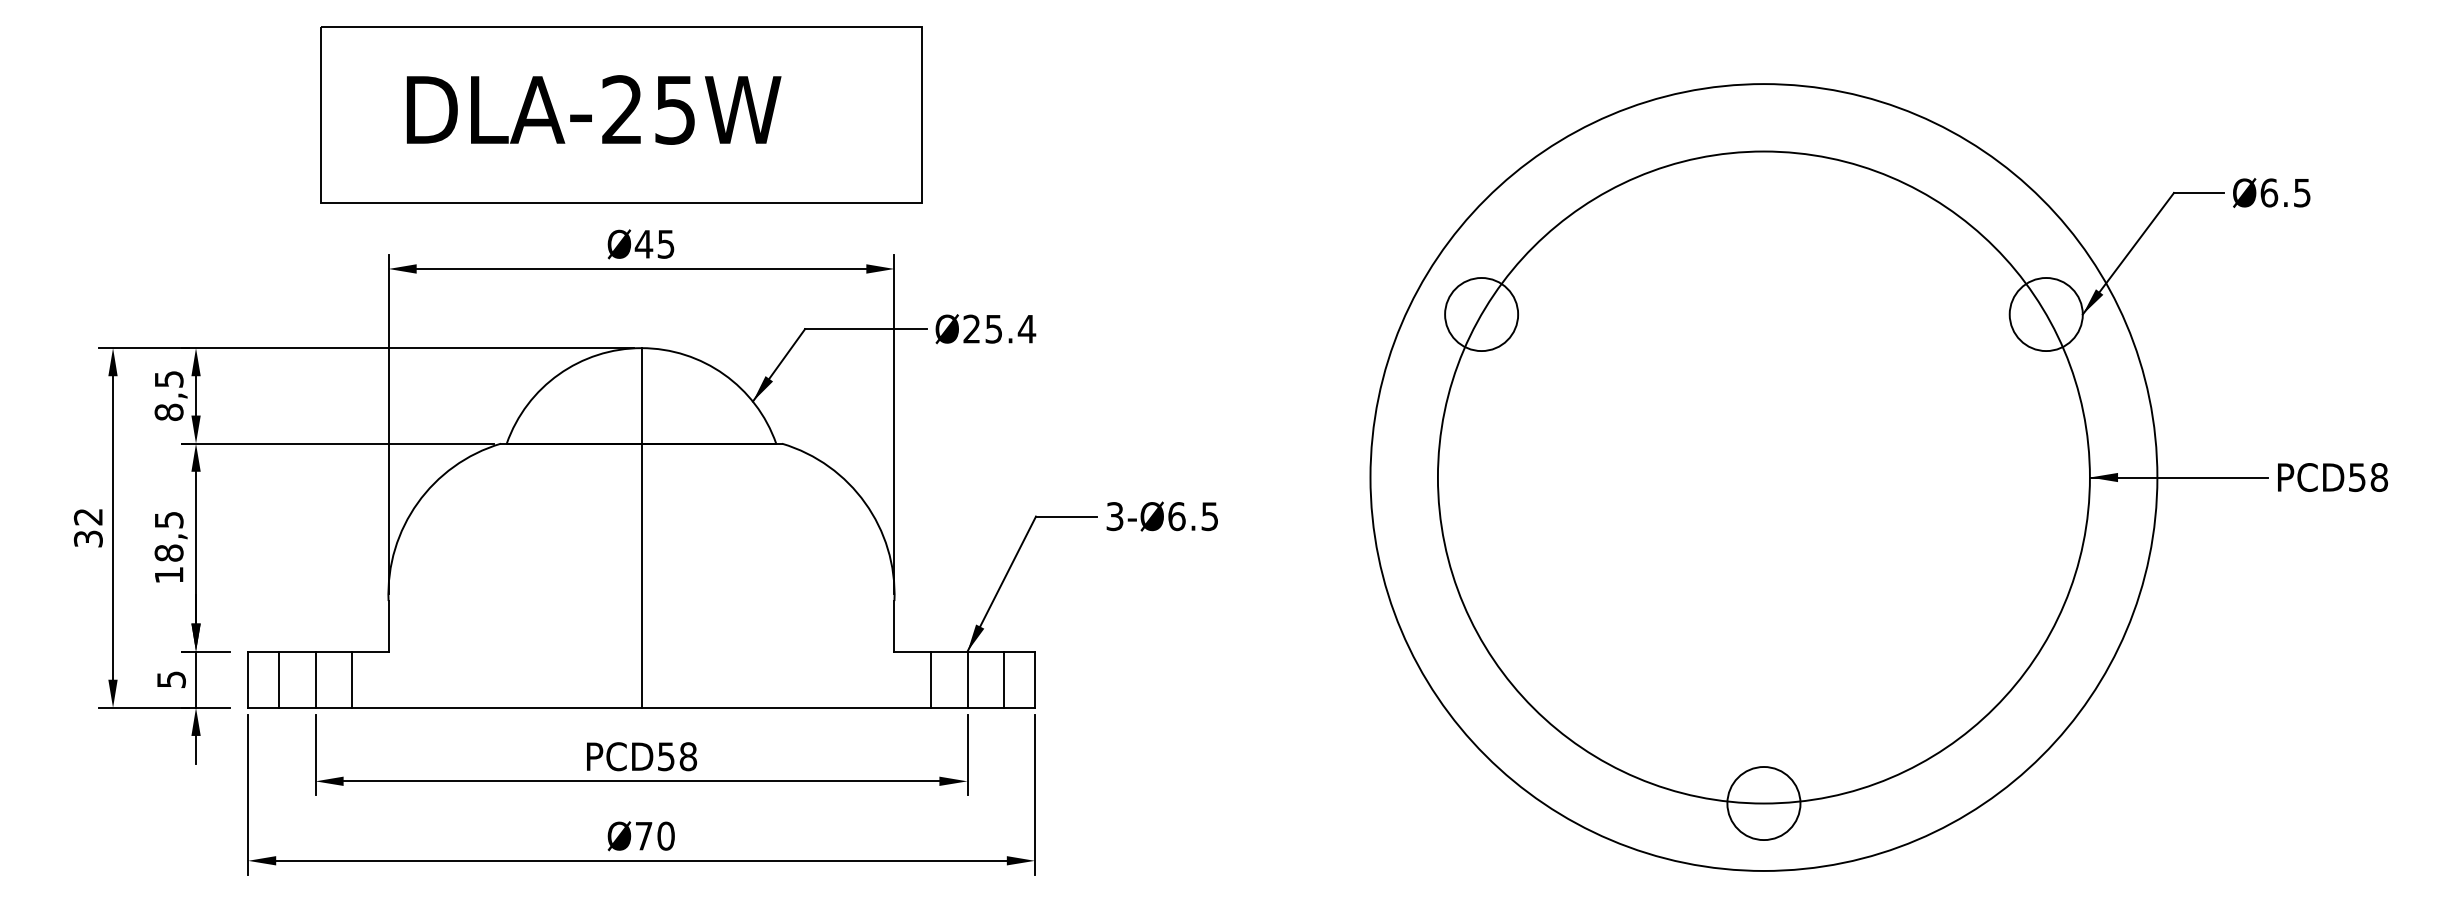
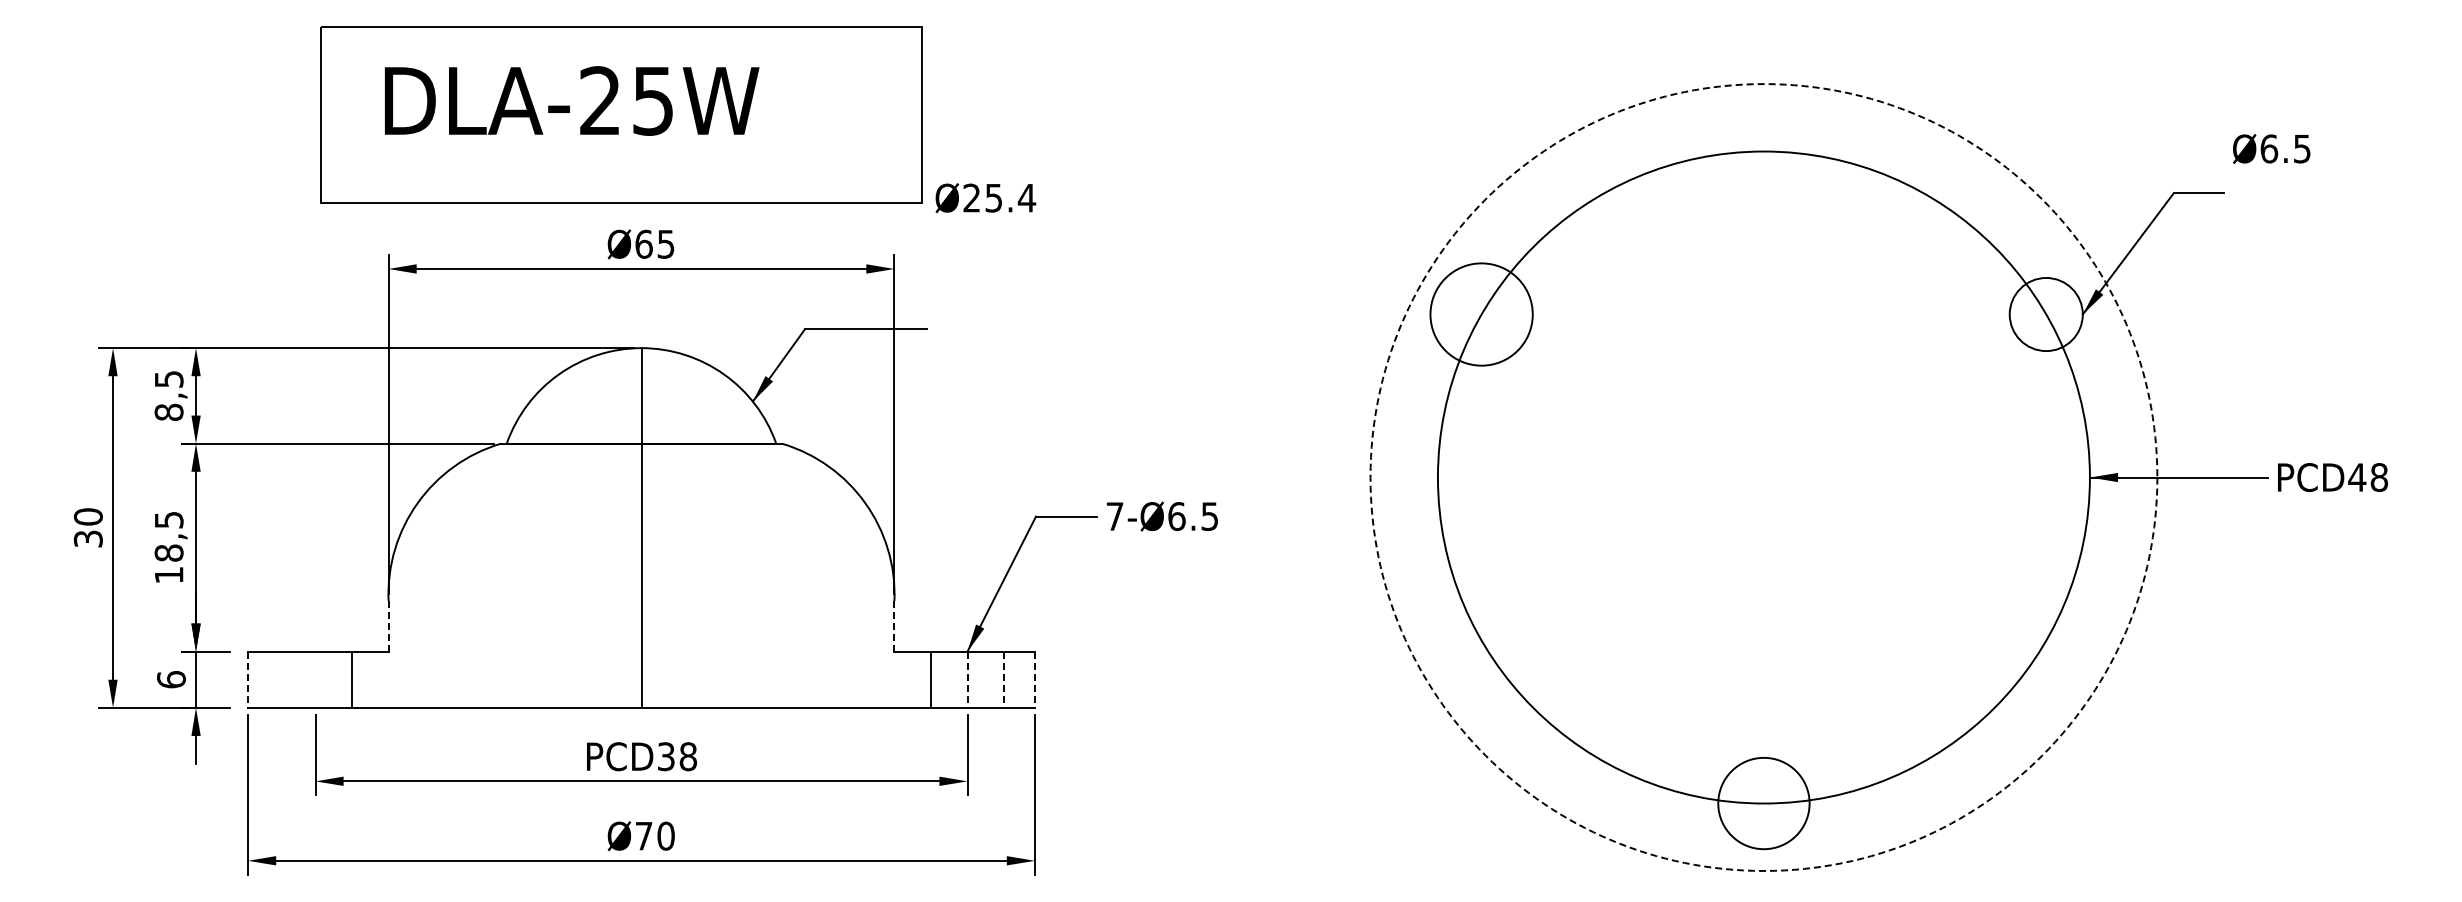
text at (594, 109) position: (594, 109) -> (572, 100)
text at (2271, 192) position: (2271, 192) -> (2271, 148)
text at (643, 243): Ø45 -> Ø65
circle at (1481, 314) diameter: 73 px -> 102 px
text at (985, 329) position: (985, 329) -> (985, 198)
circle at (1763, 477): solid -> dashed
text at (2357, 477): PCD58 -> PCD48
text at (87, 516): 32 -> 30
text at (1114, 516): 3-Ø6.5 -> 7-Ø6.5
line at (388, 626): solid -> dashed
line at (894, 626): solid -> dashed
text at (171, 679): 5 -> 6
line at (278, 679): present -> none
line at (315, 679): present -> none
line at (248, 680): solid -> dashed
line at (967, 680): solid -> dashed
line at (1004, 680): solid -> dashed
line at (1034, 680): solid -> dashed
text at (666, 756): PCD58 -> PCD38
circle at (1763, 803) diameter: 73 px -> 91 px
